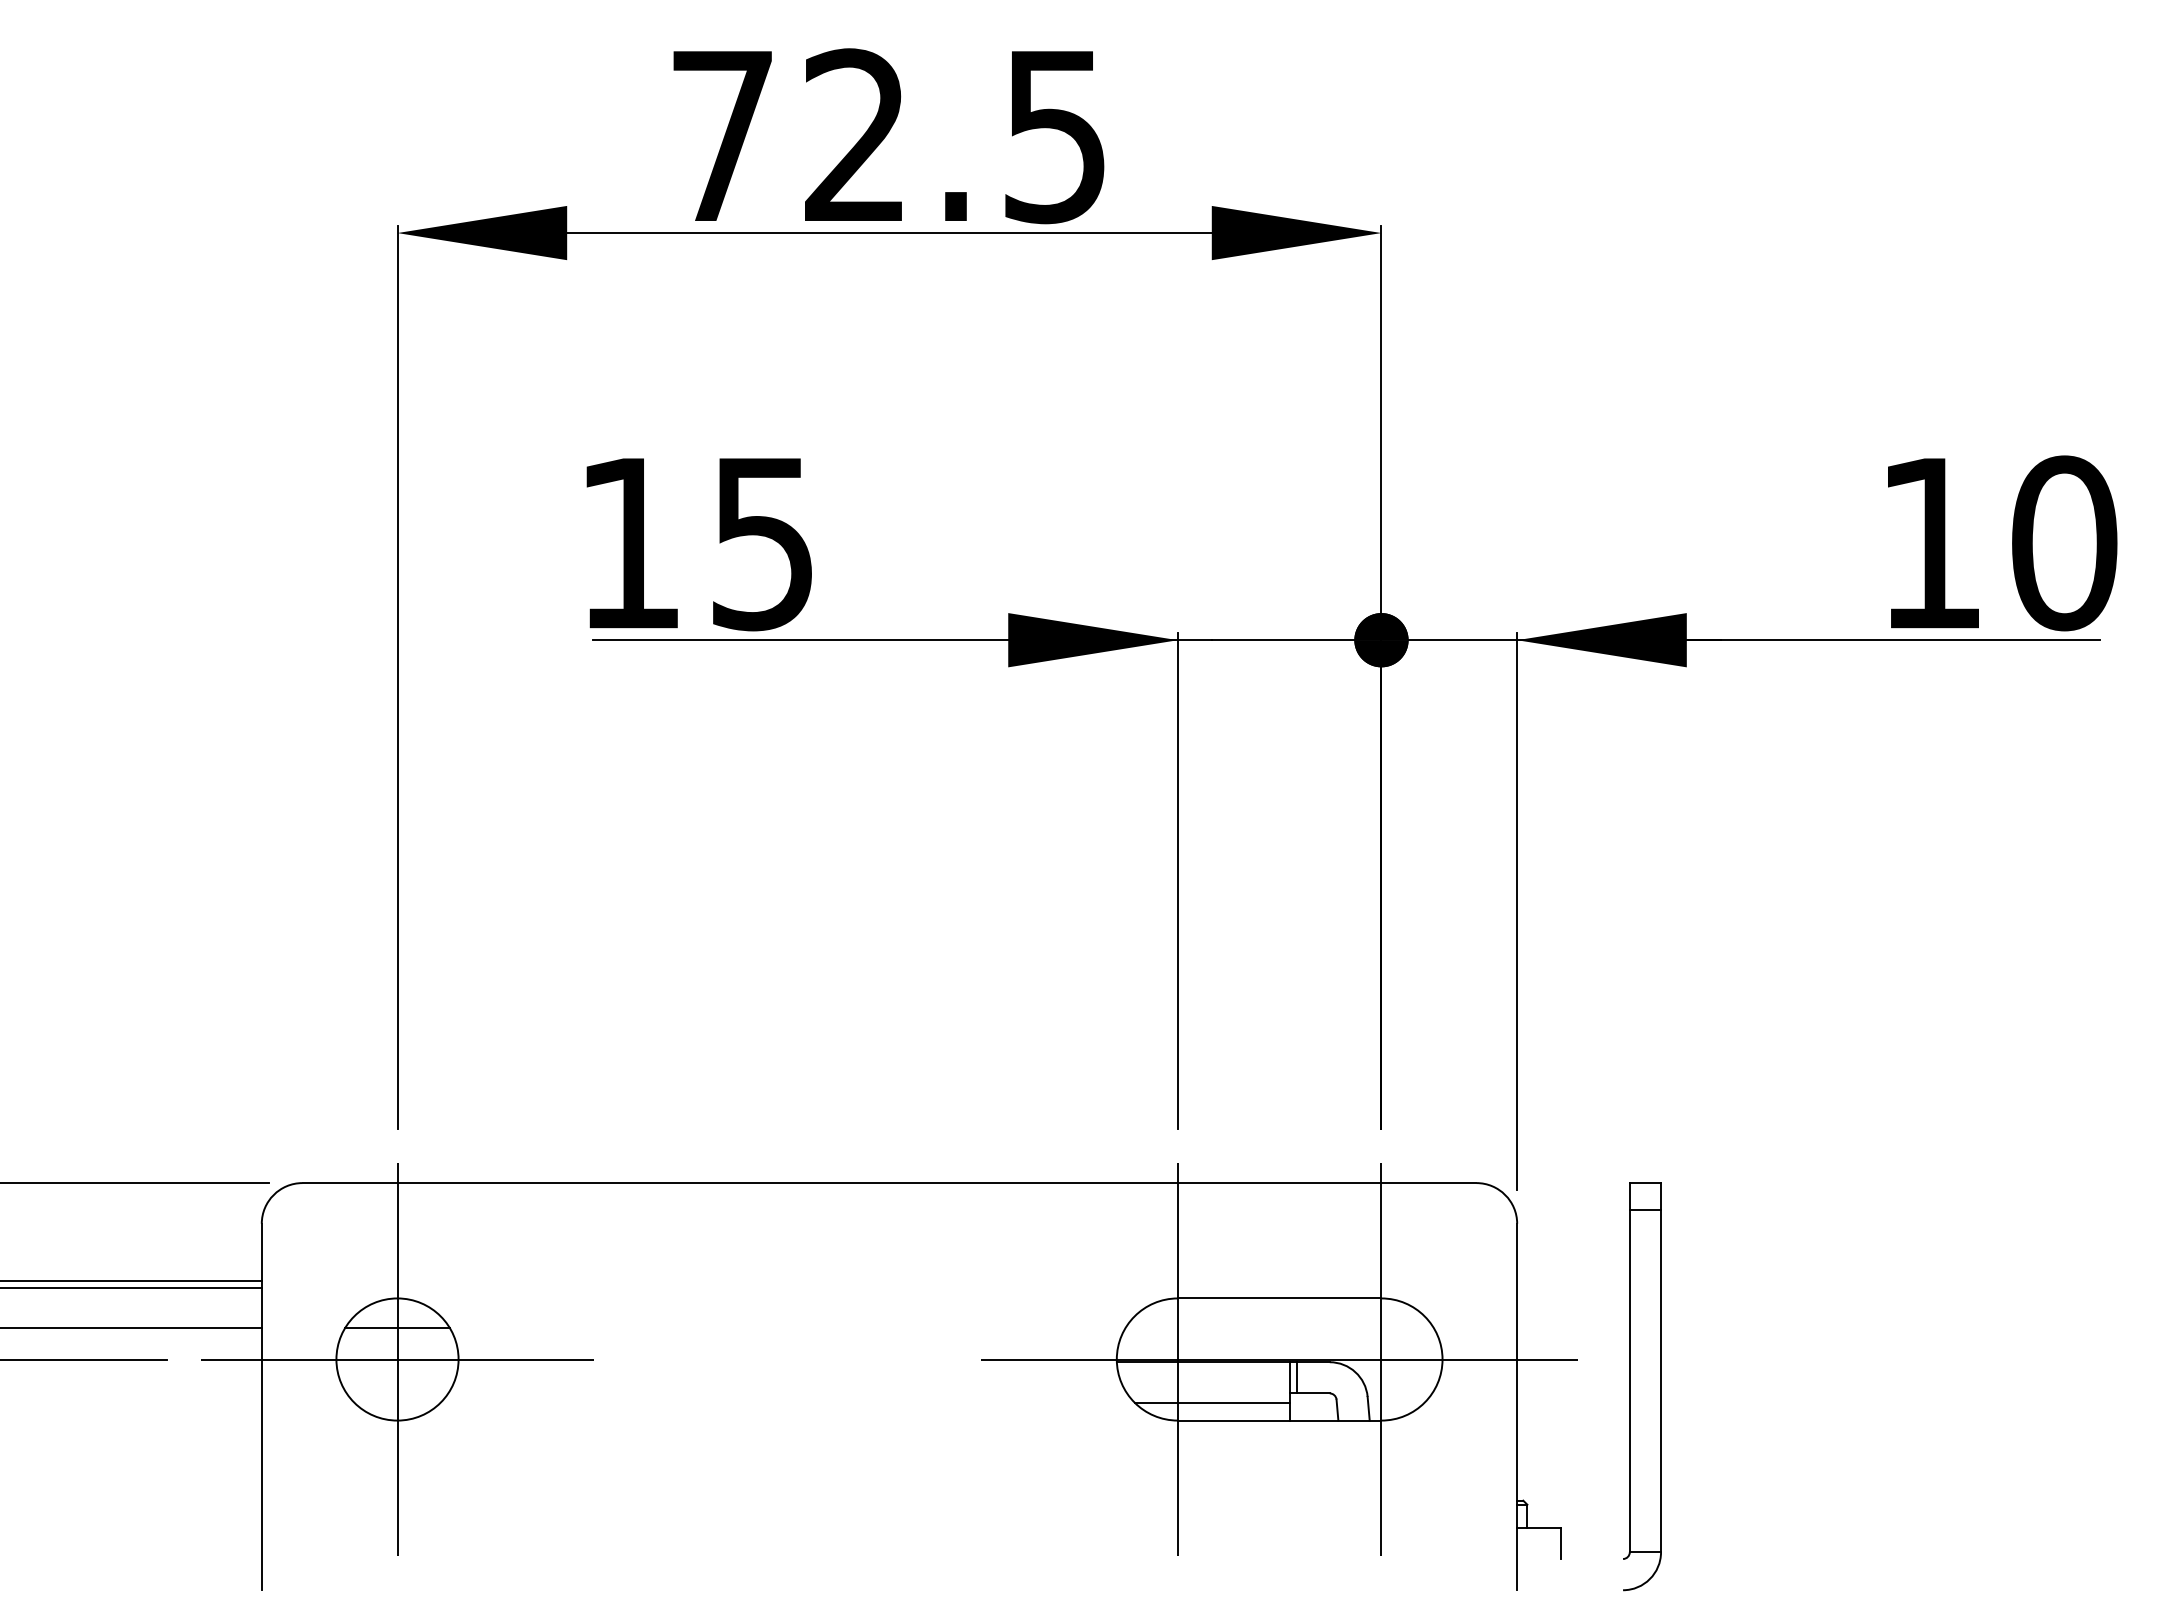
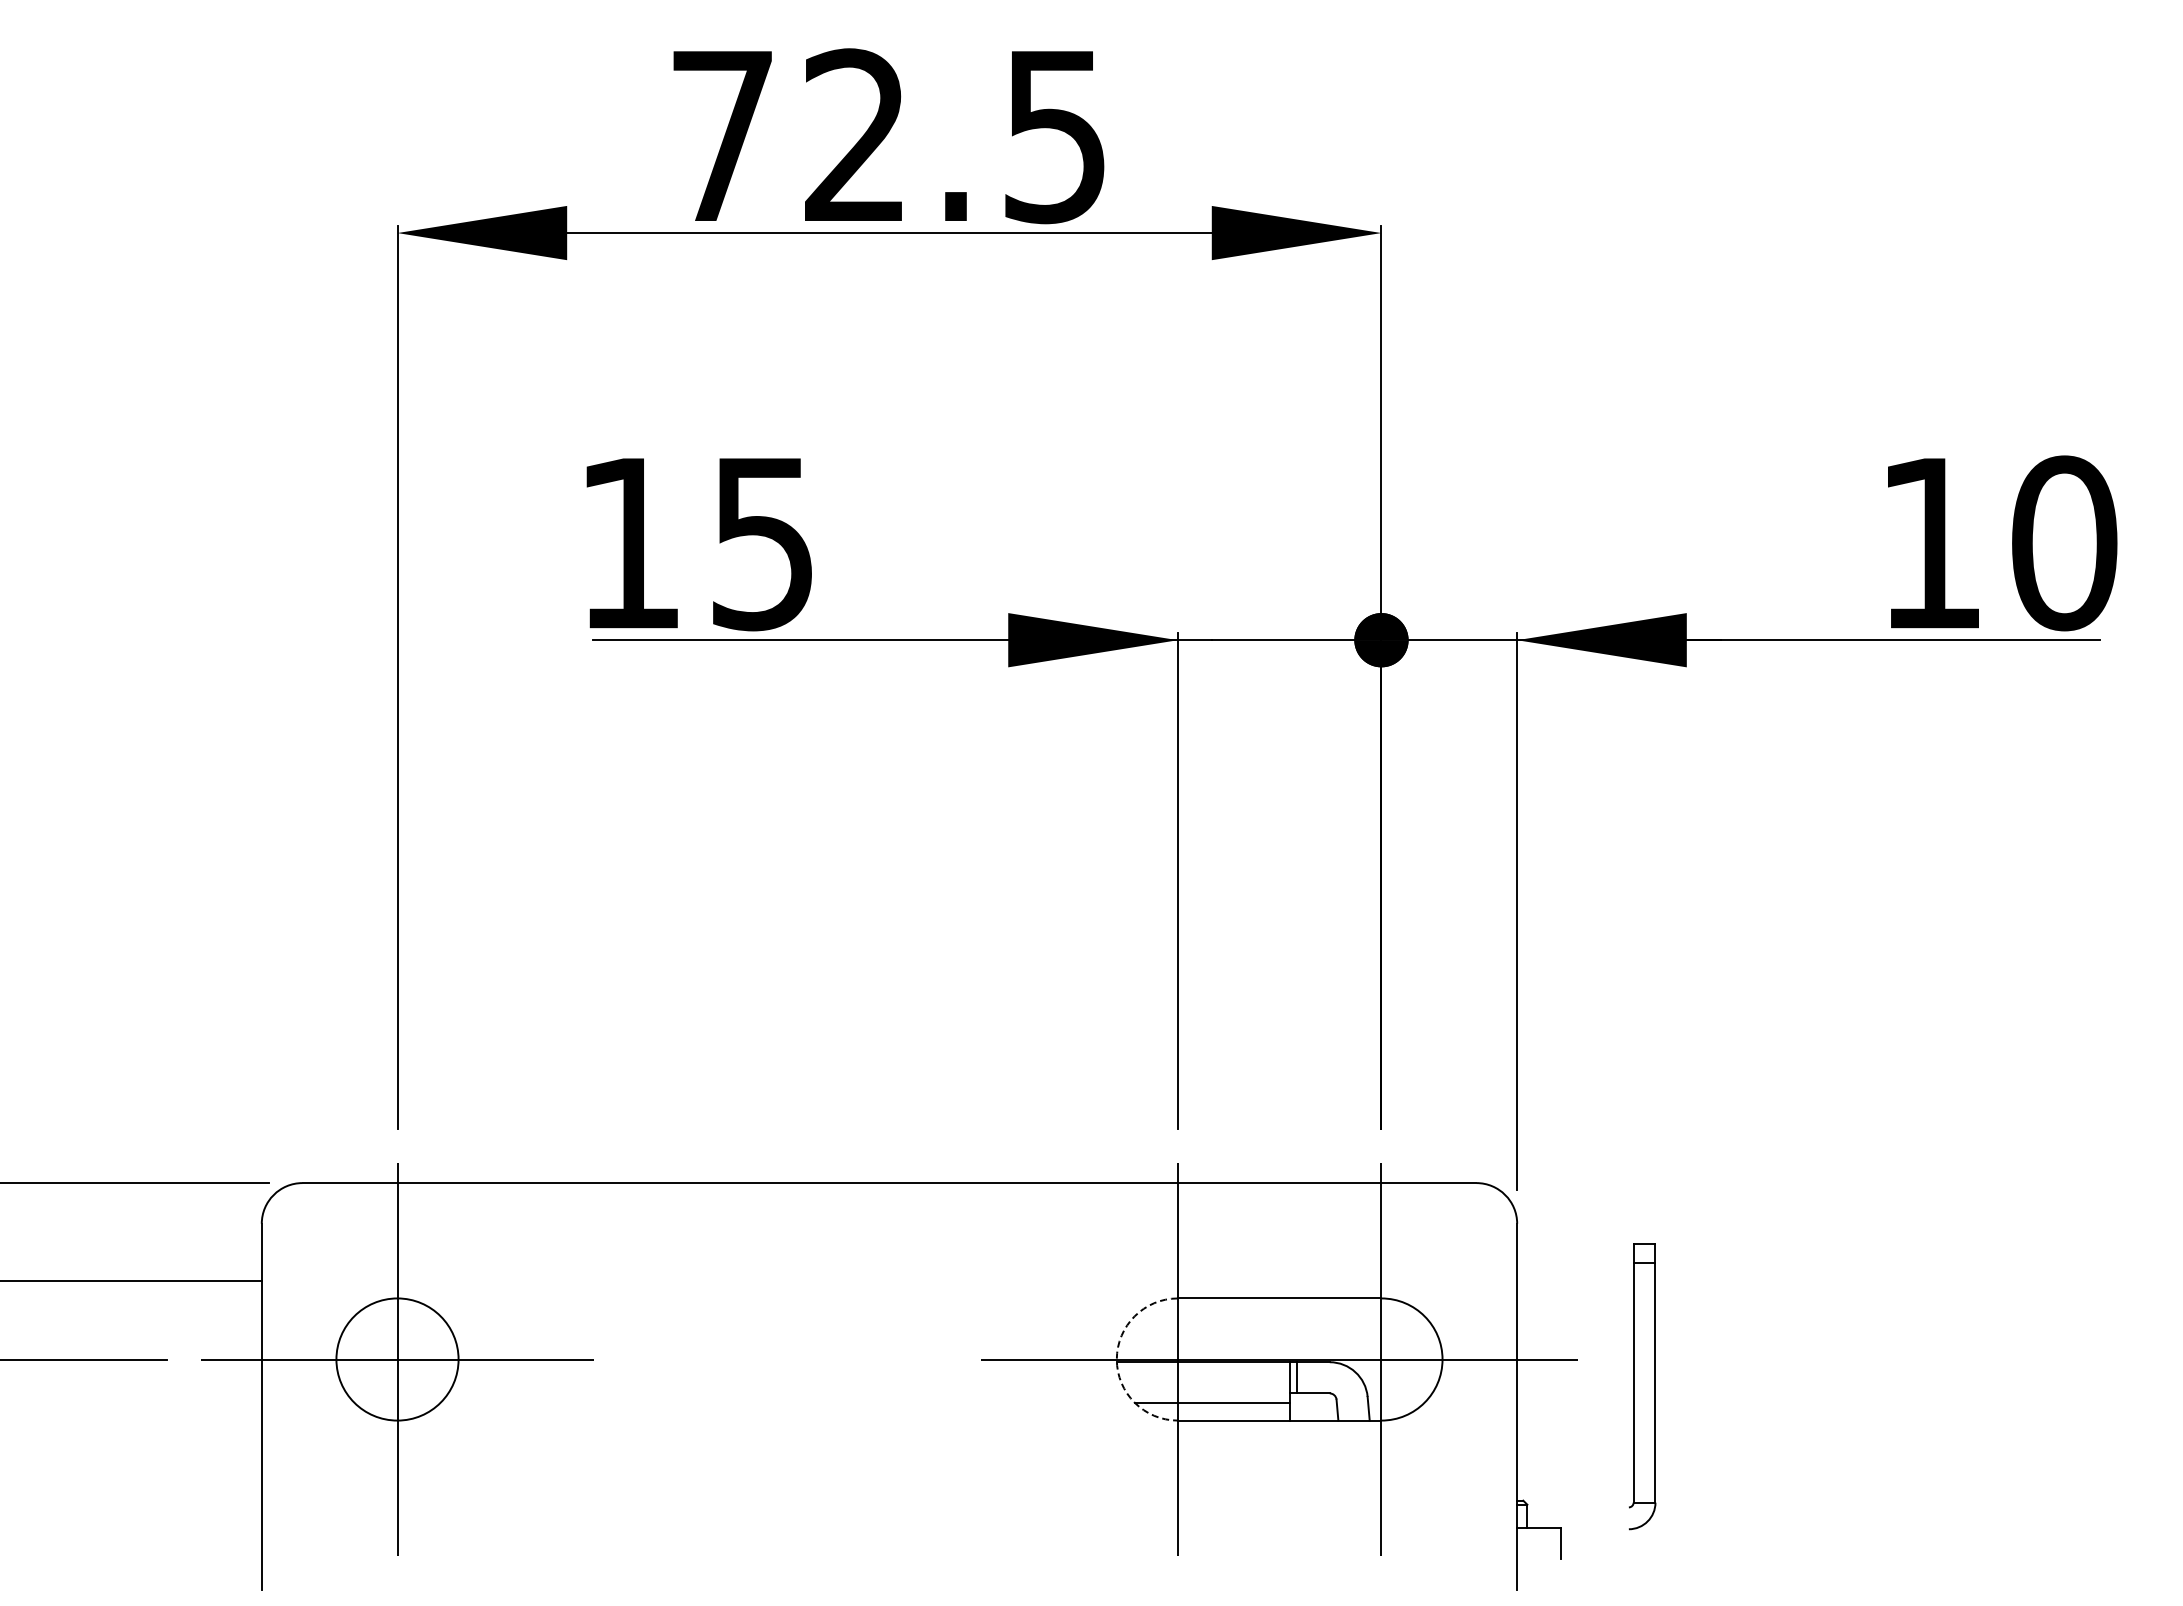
line at (131, 1287): present -> none
line at (131, 1328): present -> none
line at (397, 1328): present -> none
arc at (1116, 1359): solid -> dashed
part at (1642, 1386) size: 39x410 px -> 28x288 px
